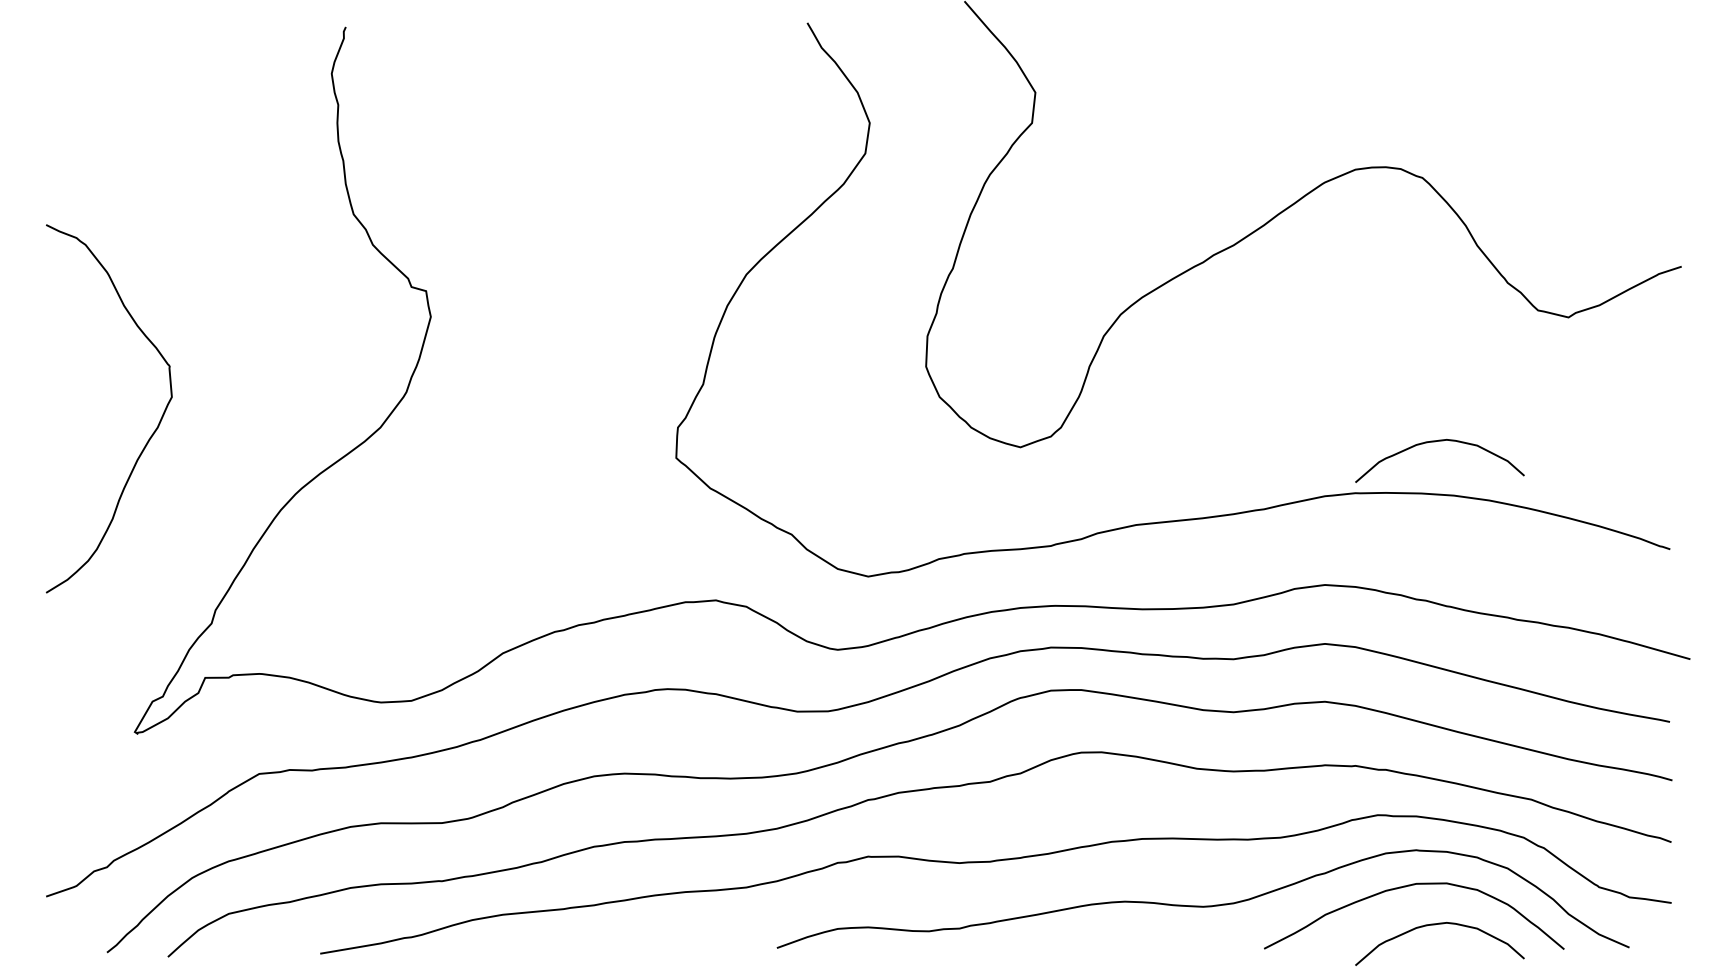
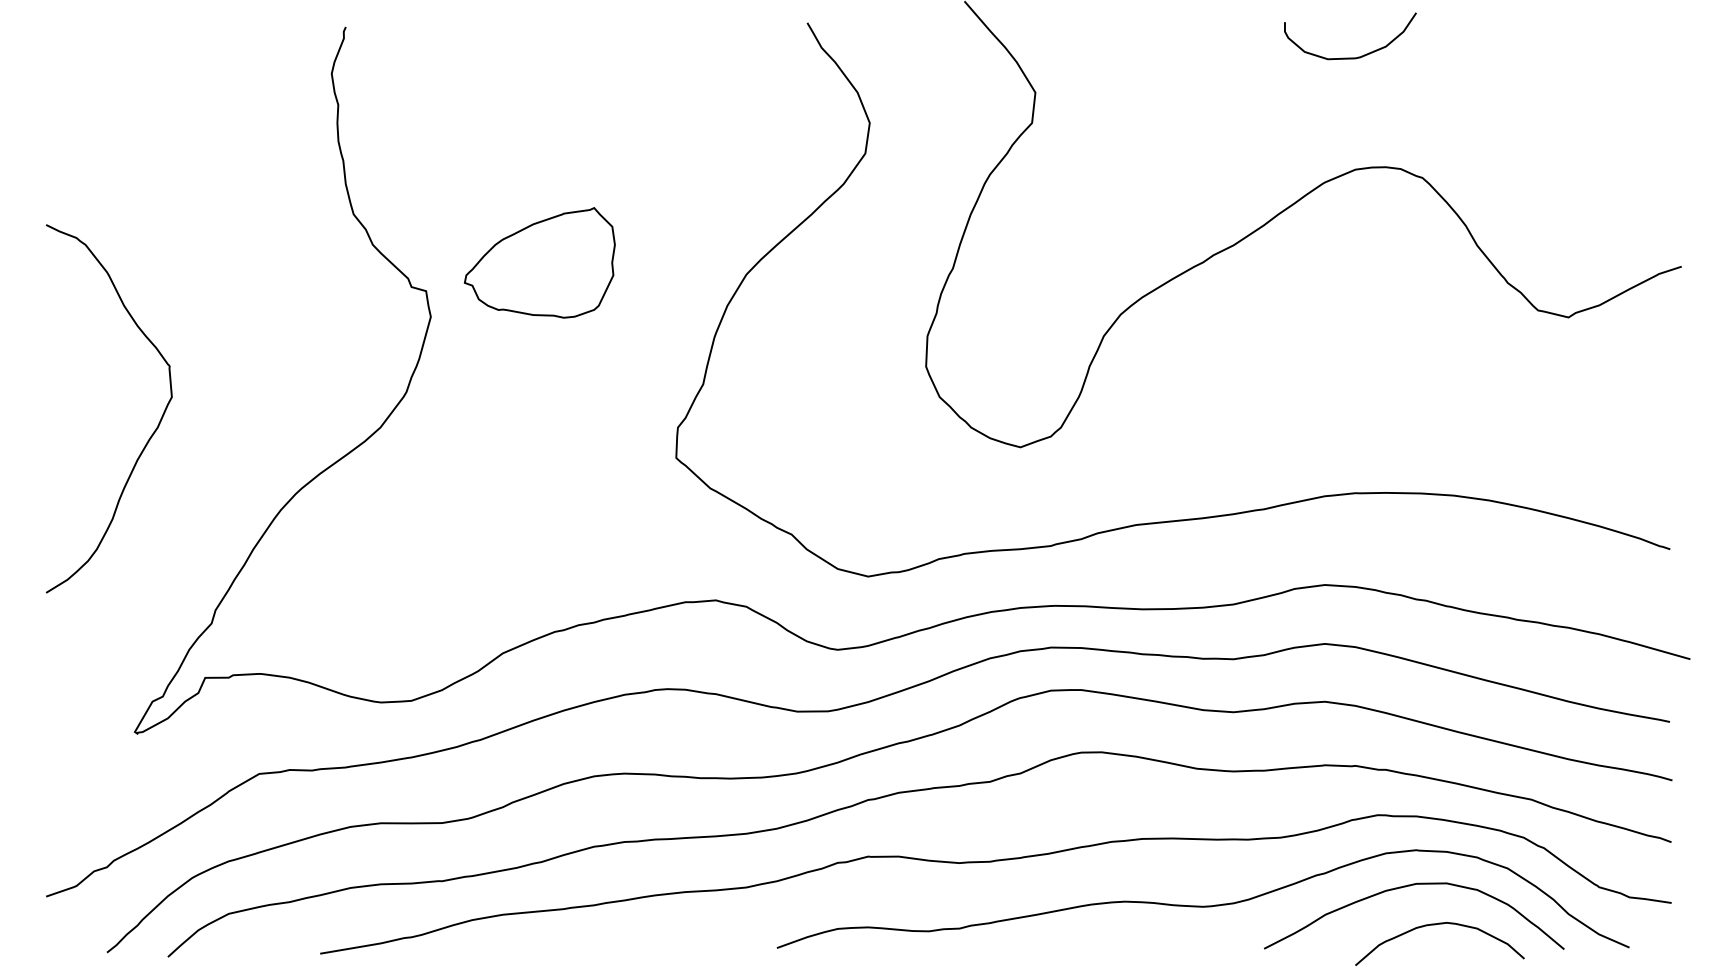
curve at (1350, 57): none -> present
part at (539, 262): none -> present
curve at (1435, 442): present -> none
